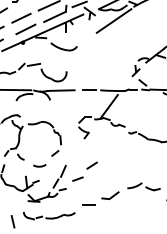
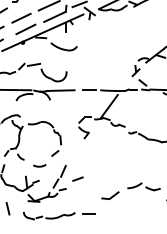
line at (113, 20): present -> none
line at (91, 165): present -> none
line at (88, 204) position: (88, 204) -> (88, 213)
line at (12, 221) position: (12, 221) -> (7, 208)
